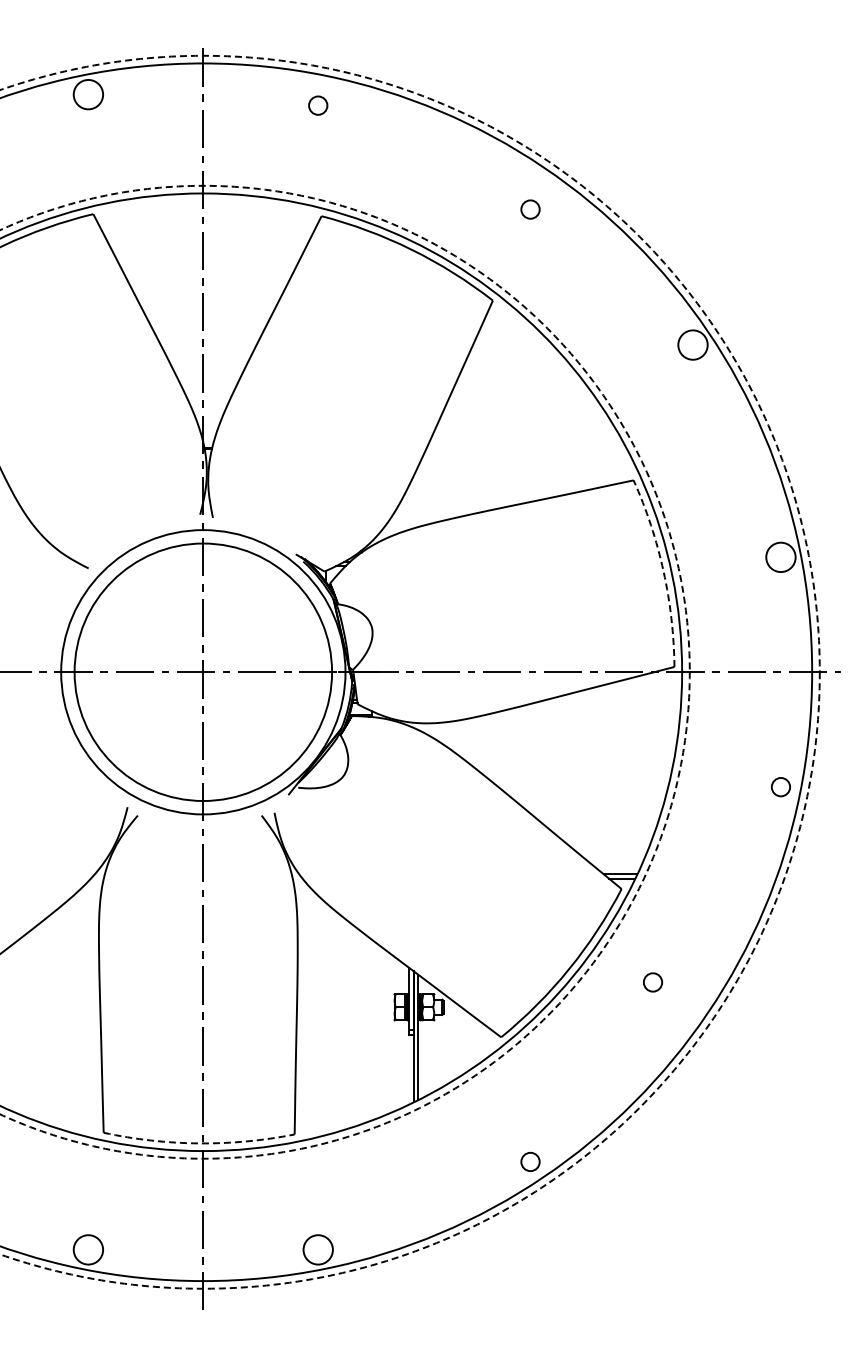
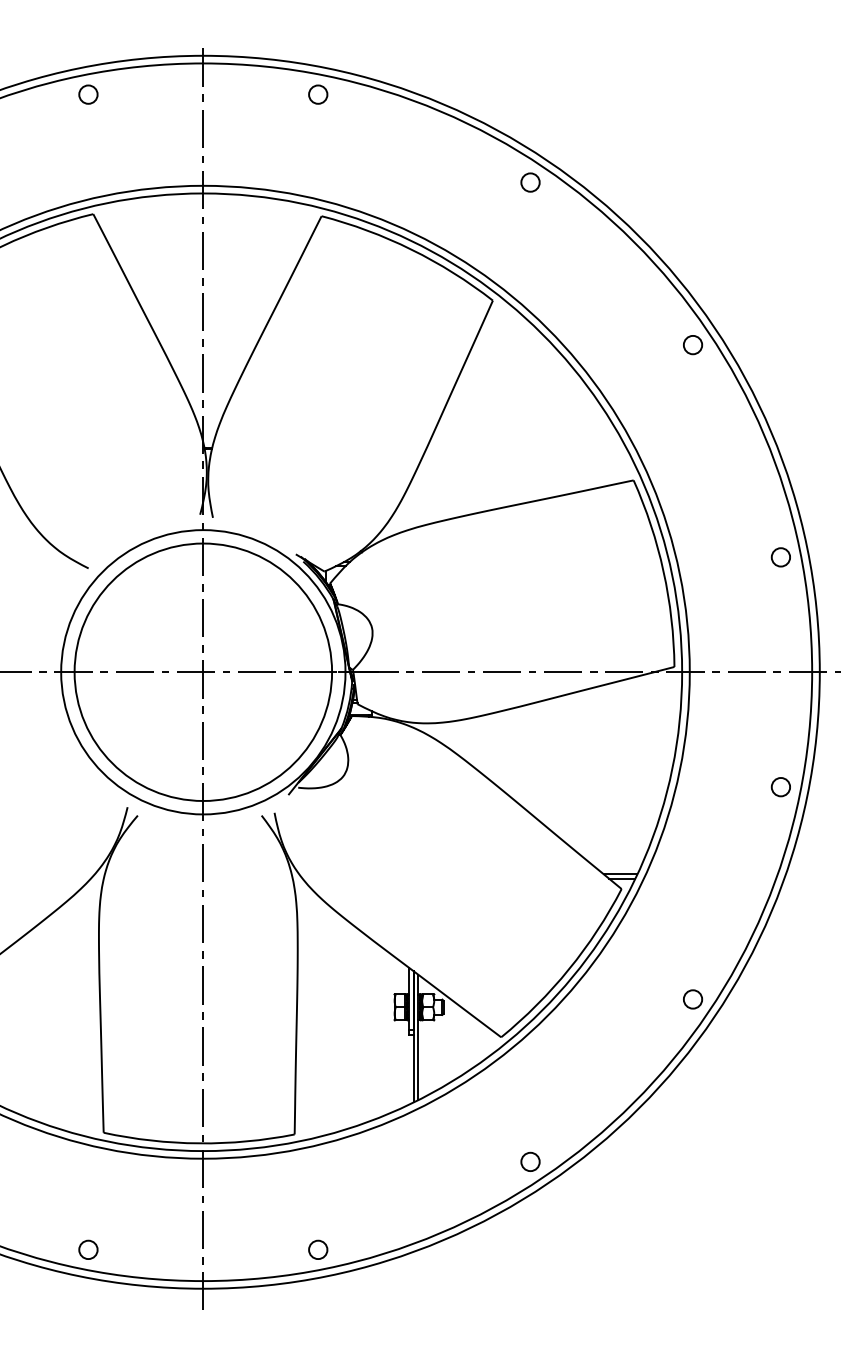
circle at (88, 94) diameter: 29 px -> 18 px
circle at (318, 105) position: (318, 105) -> (318, 94)
circle at (530, 209) position: (530, 209) -> (530, 182)
circle at (692, 344) diameter: 29 px -> 18 px
circle at (780, 557) diameter: 29 px -> 18 px
arc at (663, 571): dashed -> solid
circle at (344, 671): dashed -> solid
circle at (409, 671): dashed -> solid
circle at (653, 982) position: (653, 982) -> (693, 999)
arc at (199, 1143): dashed -> solid
circle at (88, 1249) diameter: 29 px -> 18 px
circle at (317, 1249) diameter: 29 px -> 18 px
